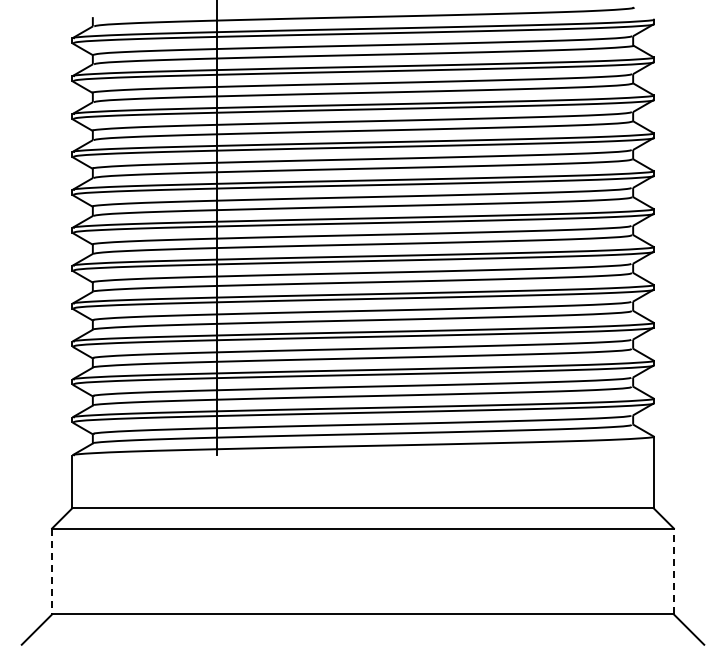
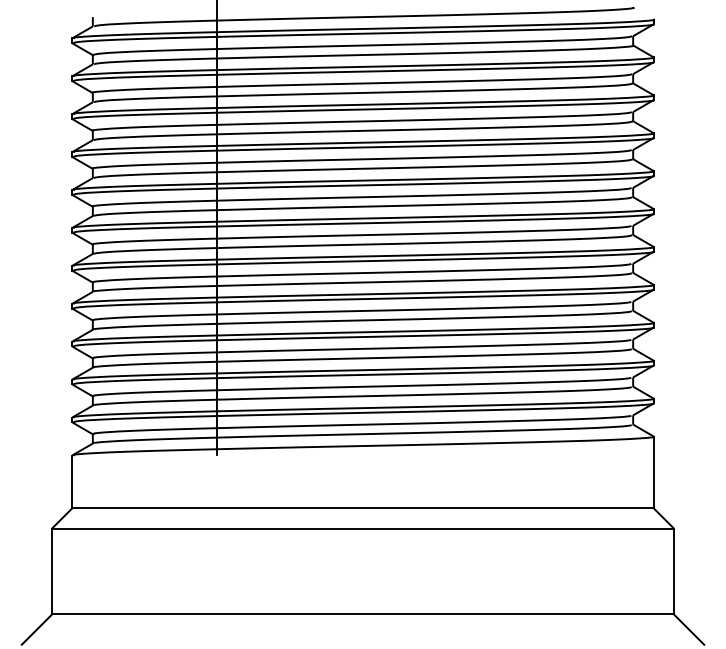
line at (52, 571): dashed -> solid
line at (673, 571): dashed -> solid
